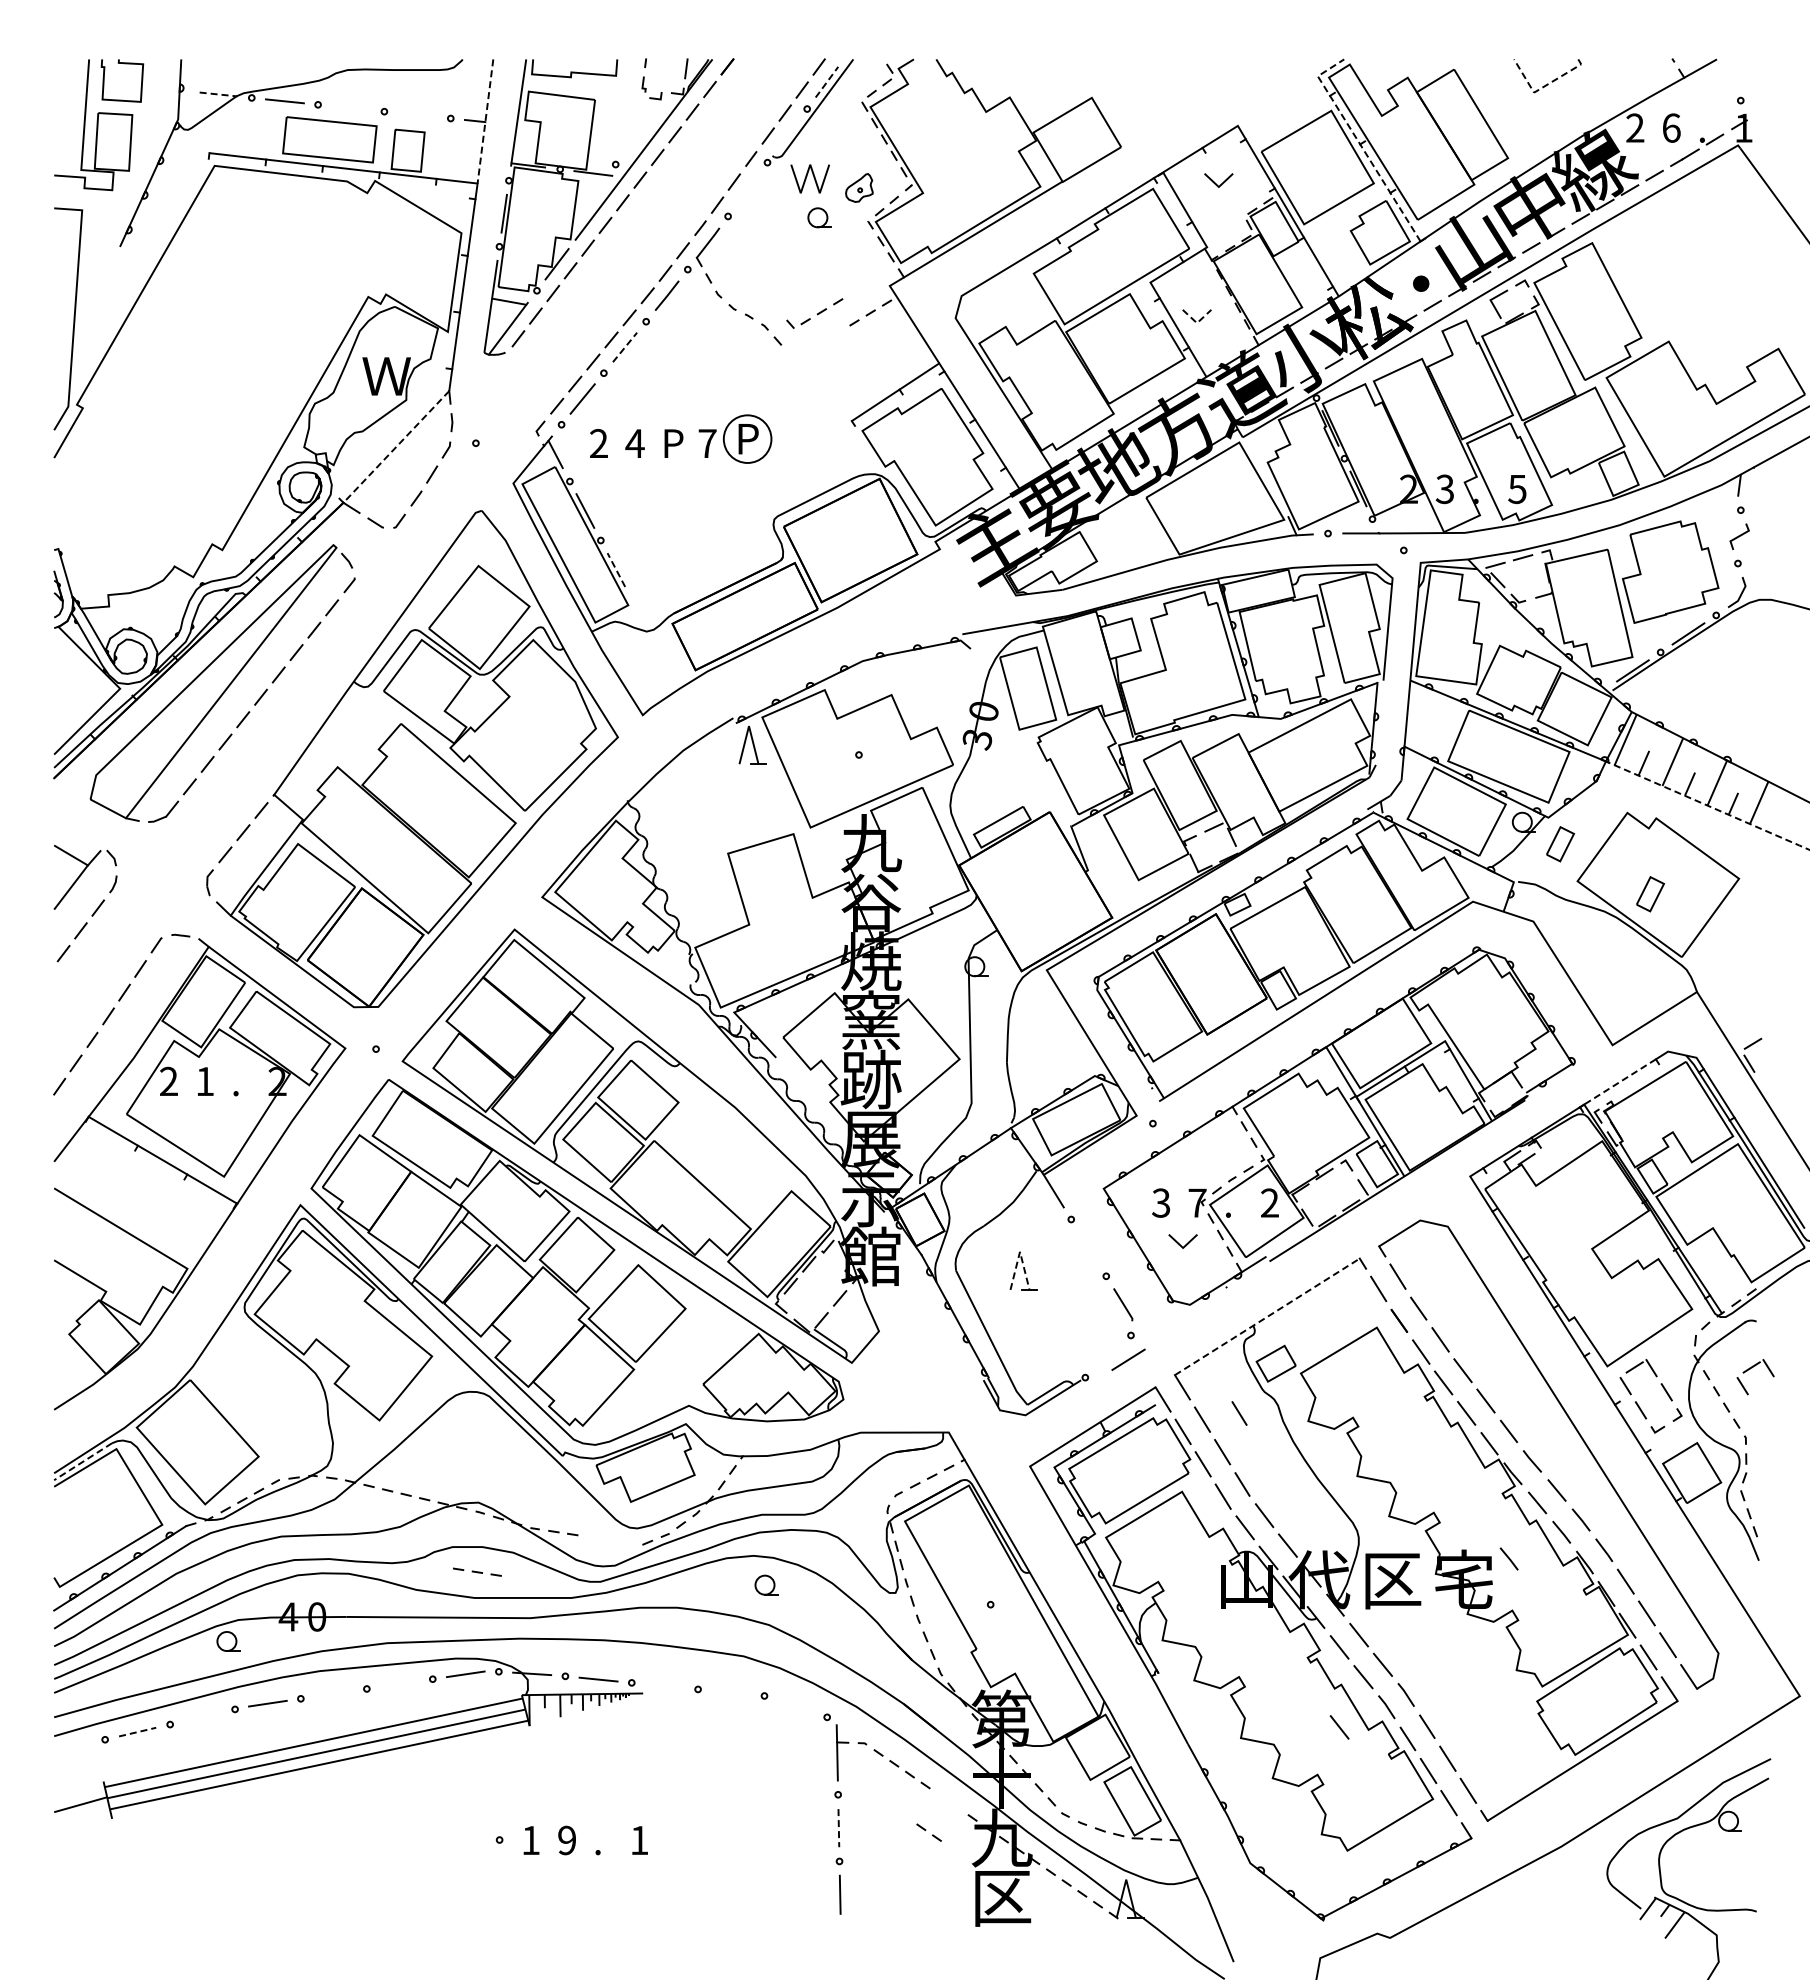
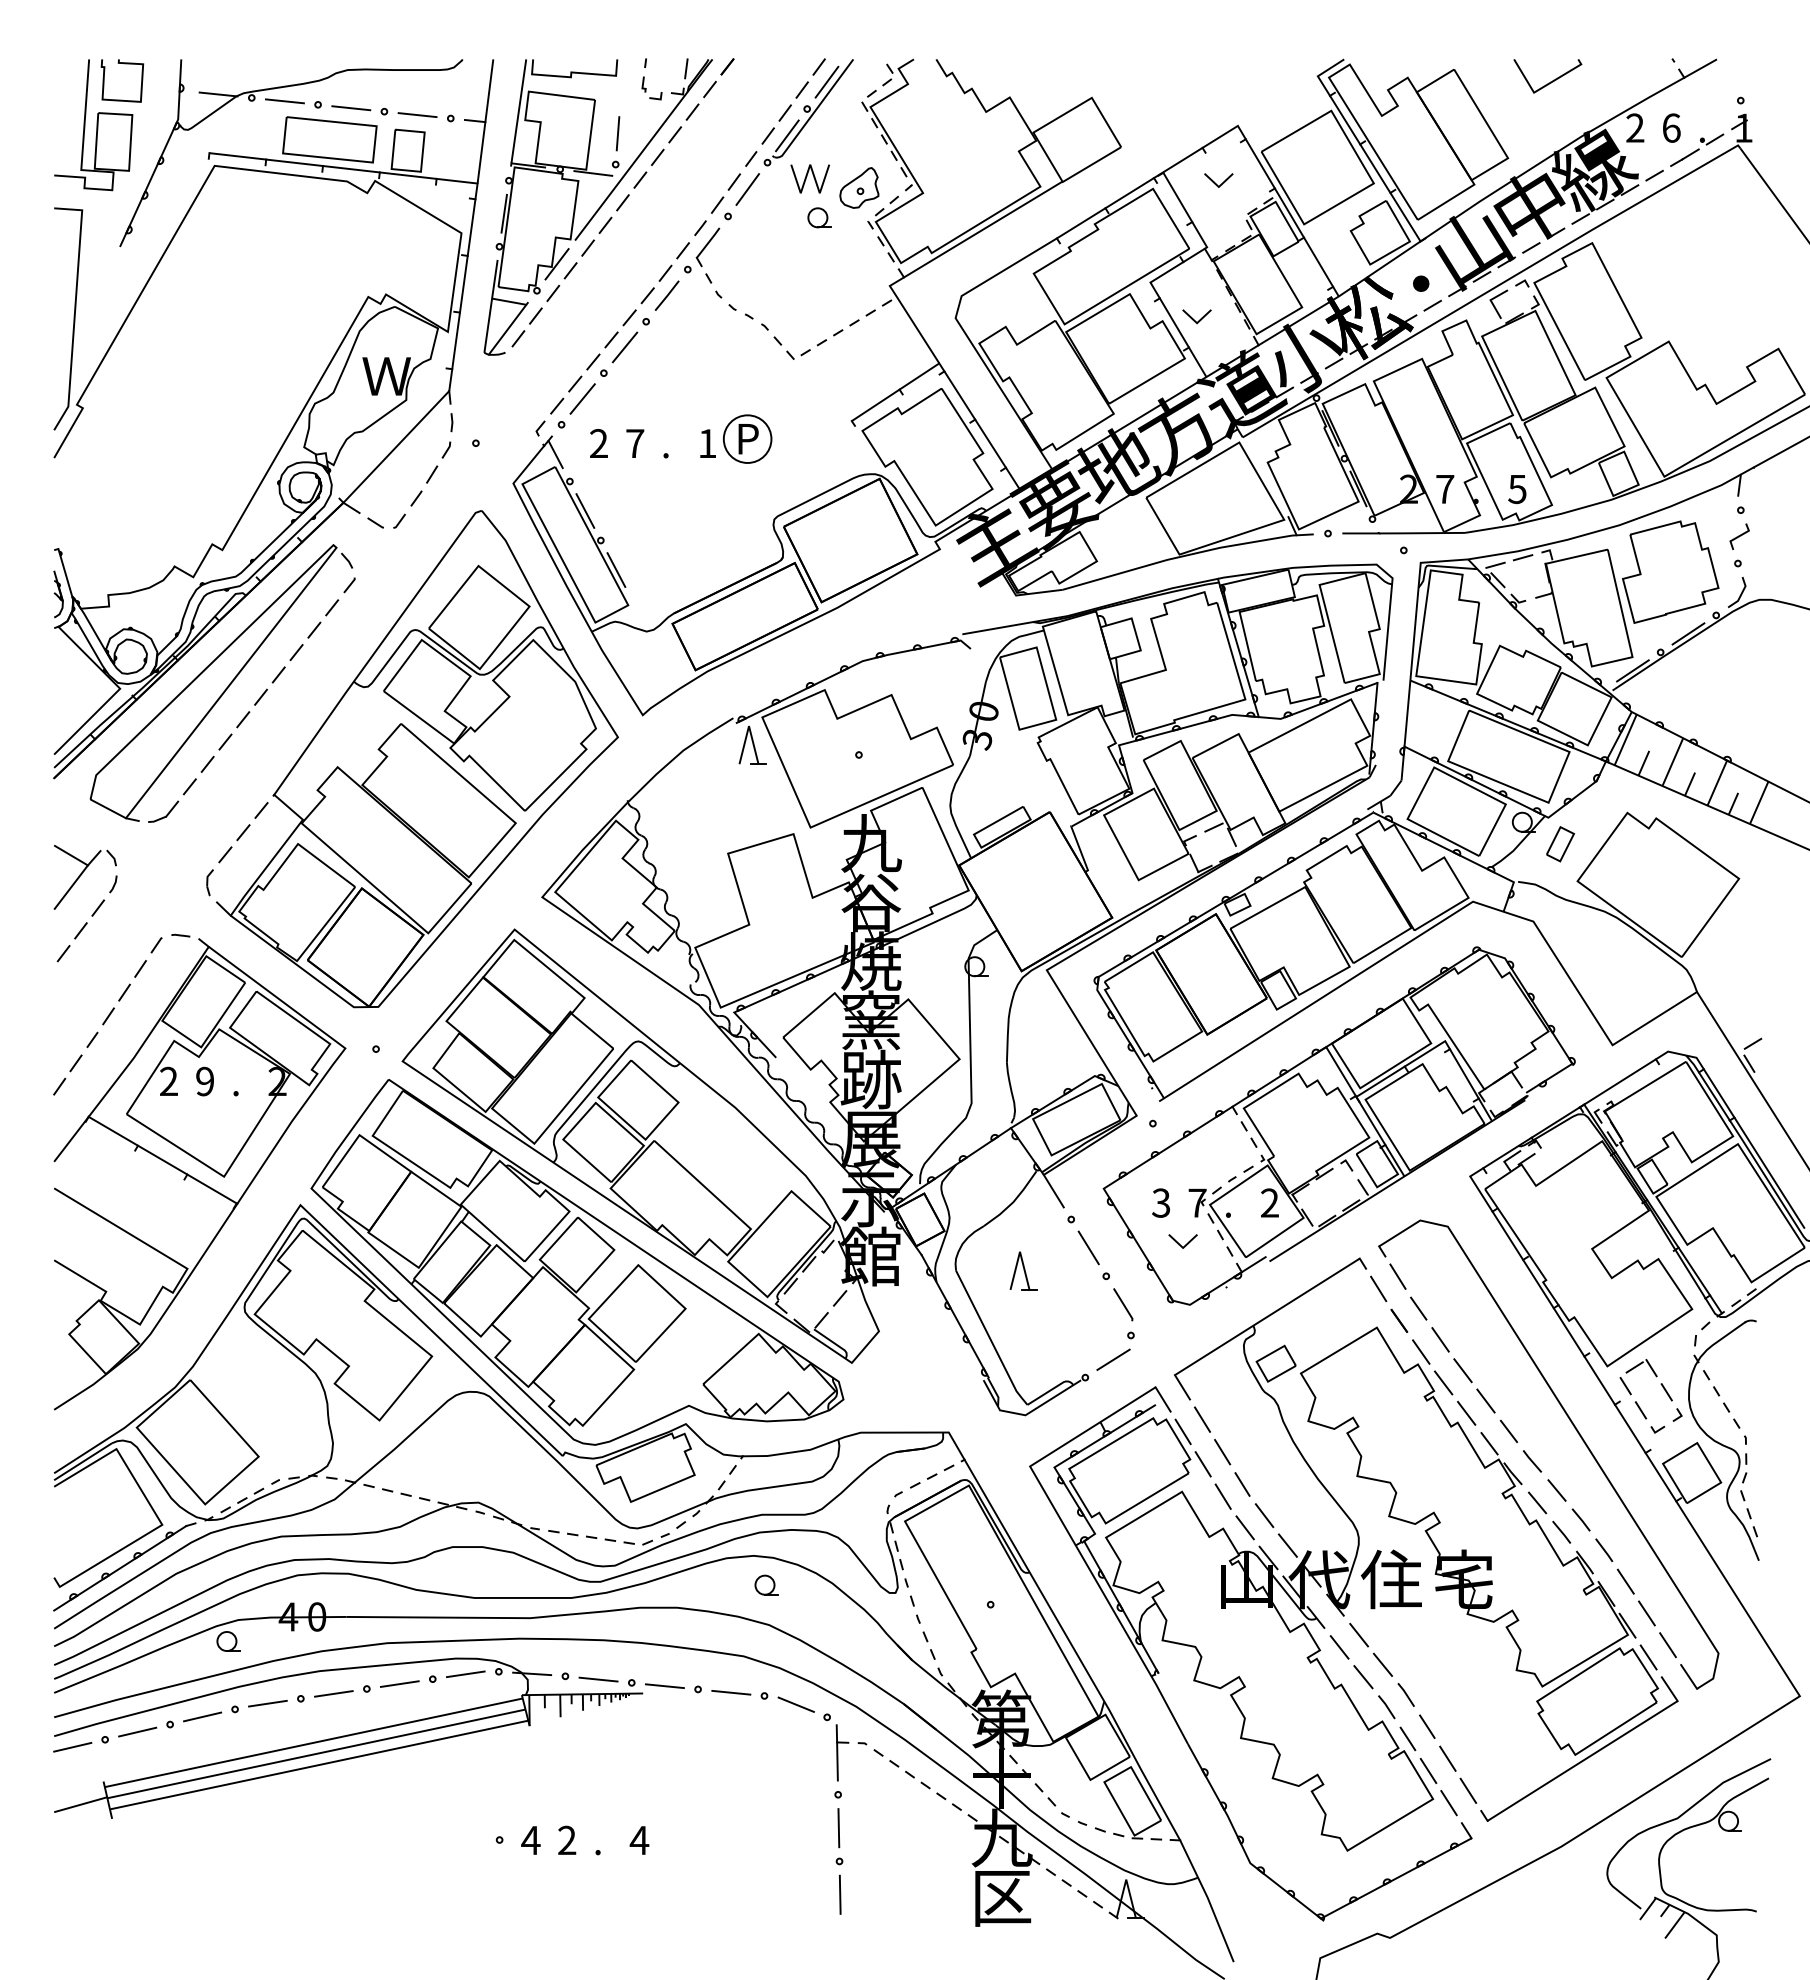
line at (827, 81): dashed -> solid
line at (1543, 87): dashed -> solid
line at (219, 94): dashed -> solid
line at (351, 108): none -> present
line at (417, 114): none -> present
line at (485, 122): dashed -> solid
line at (617, 133): none -> present
line at (787, 135): none -> present
line at (1360, 144): dashed -> solid
part at (859, 187) size: 29x30 px -> 41x42 px
line at (747, 189): none -> present
part at (814, 313) position: (814, 313) -> (814, 344)
line at (1197, 323): dashed -> solid
line at (625, 347): dashed -> solid
text at (634, 443): 4 -> 7
text at (673, 443): P -> .
text at (707, 443): 7 -> 1
line at (396, 446): dashed -> solid
text at (1444, 489): 3 -> 7
line at (616, 569): dashed -> solid
line at (1707, 805): dashed -> solid
part at (1650, 894): present -> none
text at (204, 1081): 1 -> 9
line at (1619, 1082): dashed -> solid
line at (1088, 1247): none -> present
line at (1020, 1251): dashed -> solid
line at (1267, 1316): dashed -> solid
line at (1128, 1359) position: (1128, 1359) -> (1113, 1359)
part at (1750, 1369): present -> none
line at (1239, 1413): present -> none
line at (82, 1462): dashed -> solid
line at (1508, 1558): present -> none
part at (477, 1571) position: (477, 1571) -> (610, 1539)
text at (1390, 1579): 区 -> 住
line at (399, 1683): none -> present
line at (664, 1686): none -> present
line at (731, 1692): none -> present
line at (333, 1693): none -> present
line at (795, 1704): none -> present
line at (202, 1716): none -> present
line at (1339, 1727): present -> none
line at (138, 1732): dashed -> solid
line at (72, 1746): none -> present
line at (838, 1828): dashed -> solid
part at (928, 1832) position: (928, 1832) -> (948, 1801)
text at (530, 1840): 1 -> 4
text at (567, 1840): 9 -> 2
text at (639, 1840): 1 -> 4
